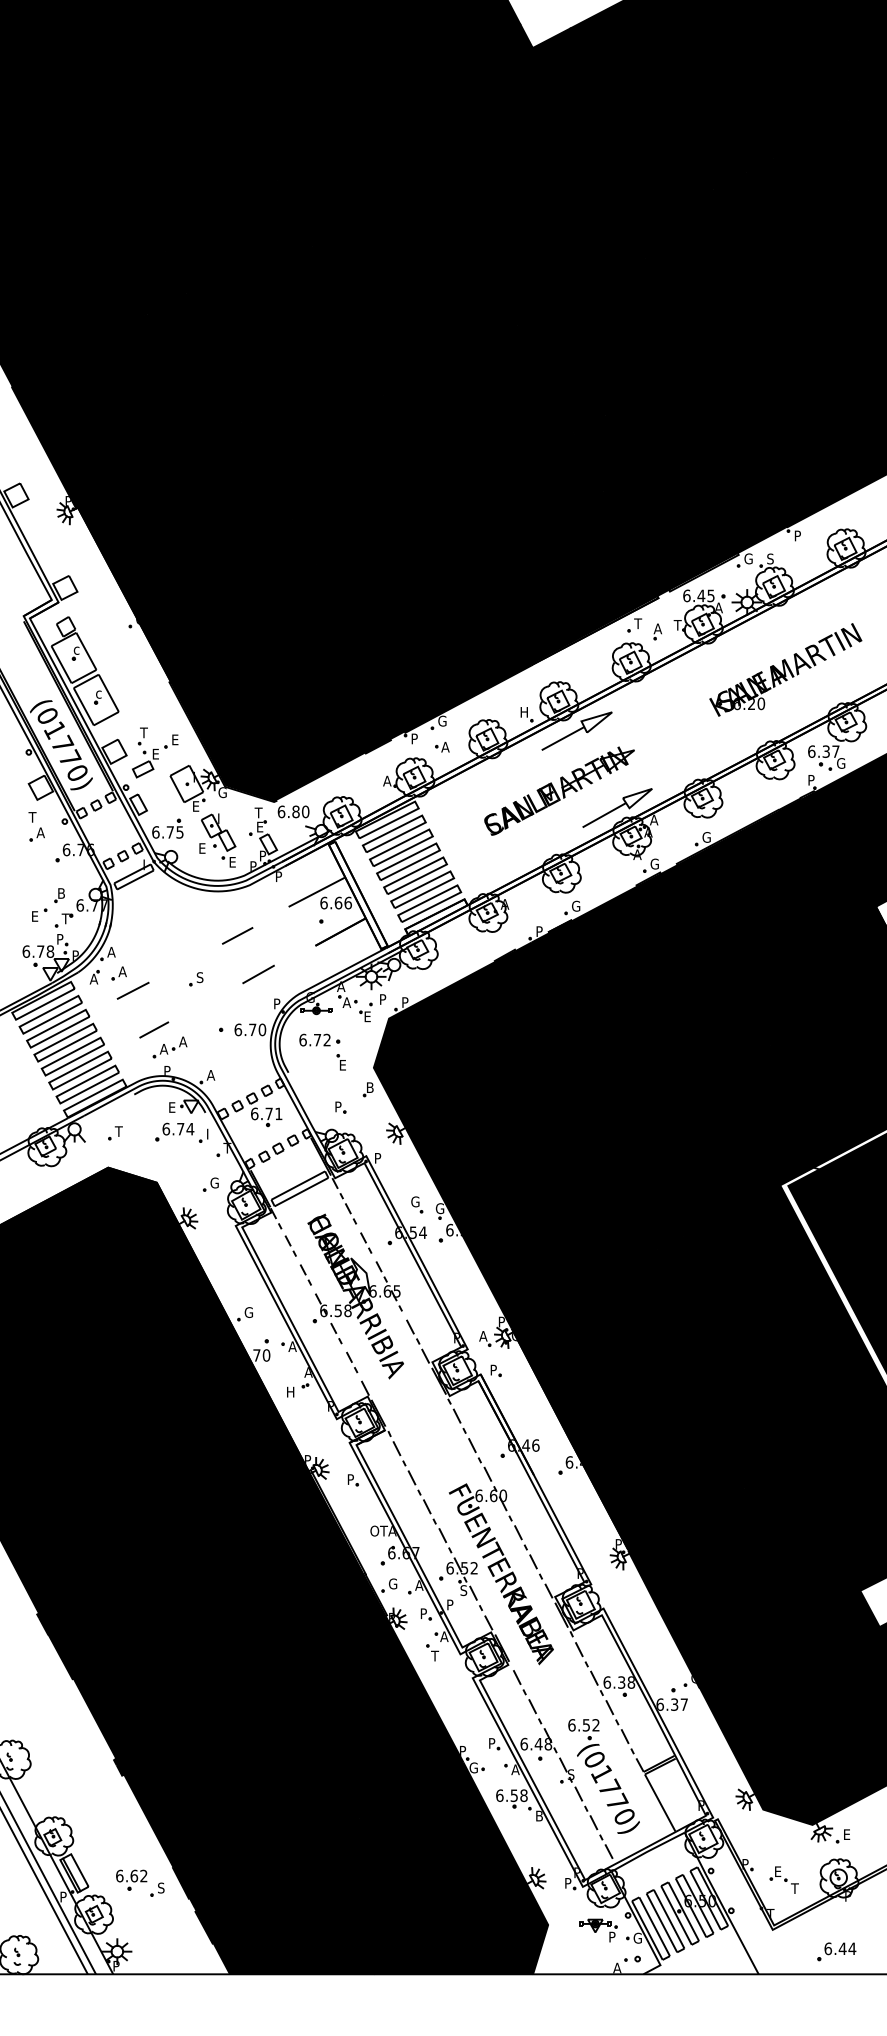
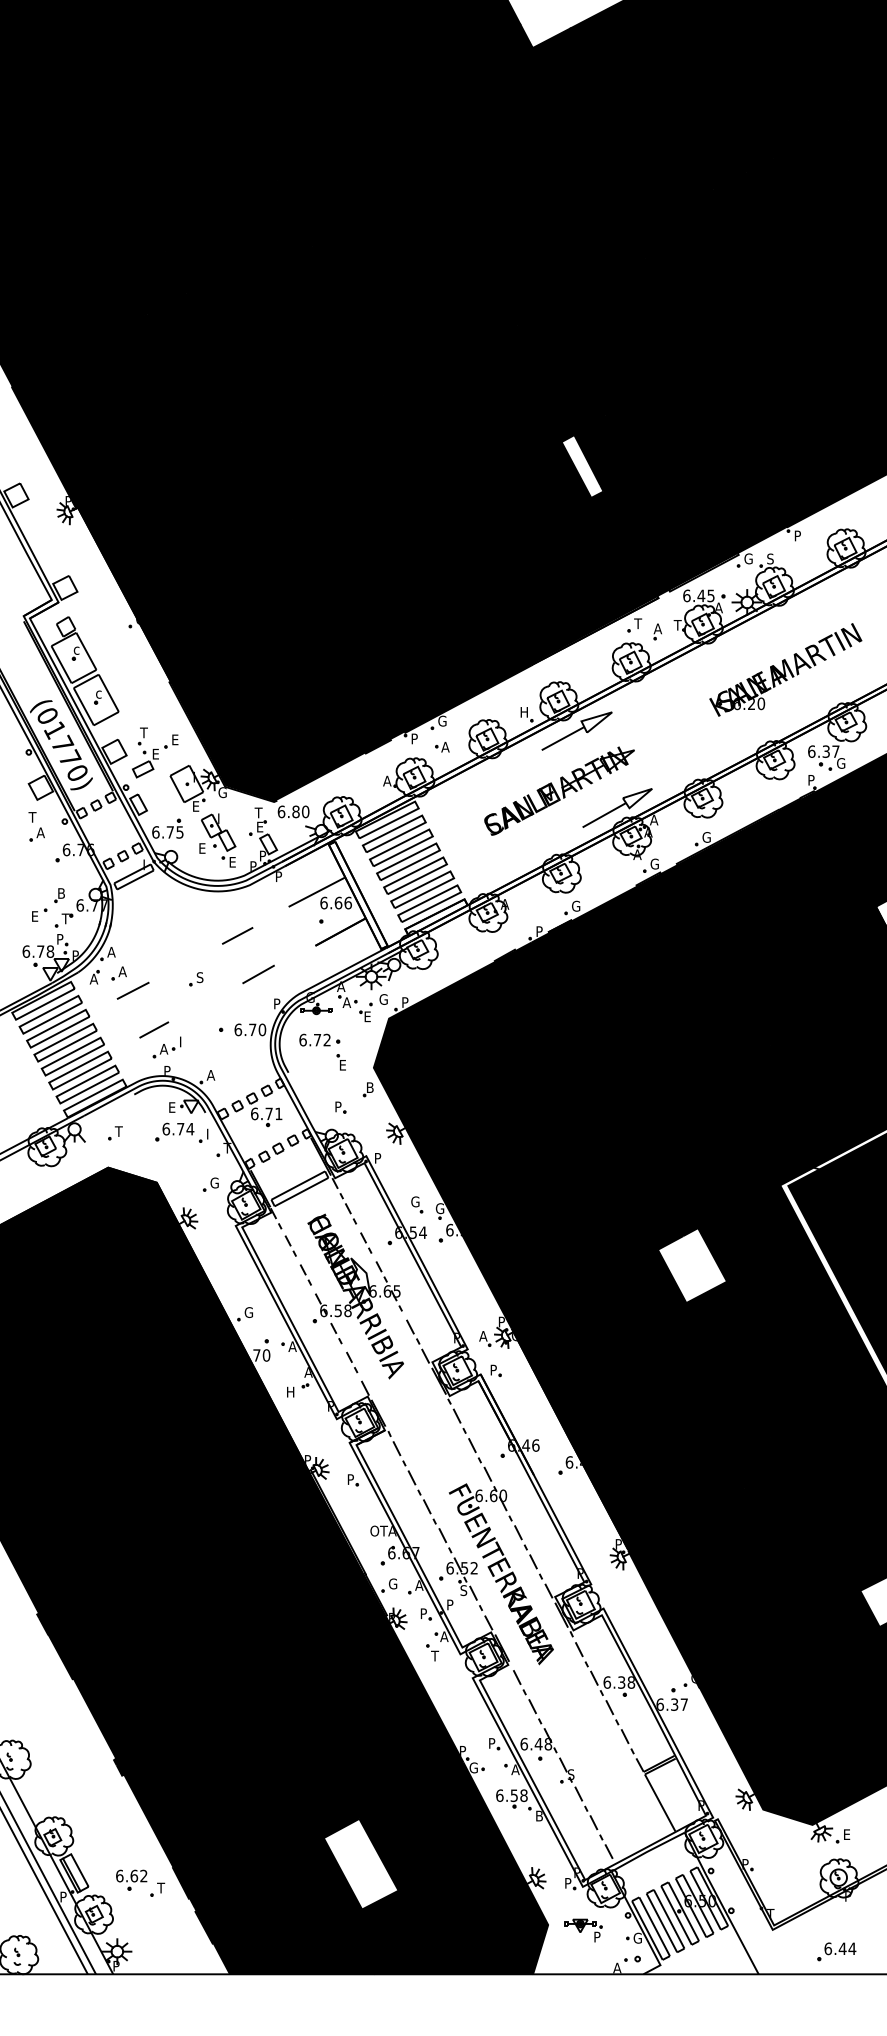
fill at (582, 466): present -> none
text at (383, 999): P -> G
text at (183, 1041): A -> I
fill at (692, 1265): present -> none
part at (603, 1776): present -> none
fill at (360, 1863): present -> none
part at (783, 1879): present -> none
text at (161, 1887): S -> T
part at (598, 1930) position: (598, 1930) -> (583, 1930)
